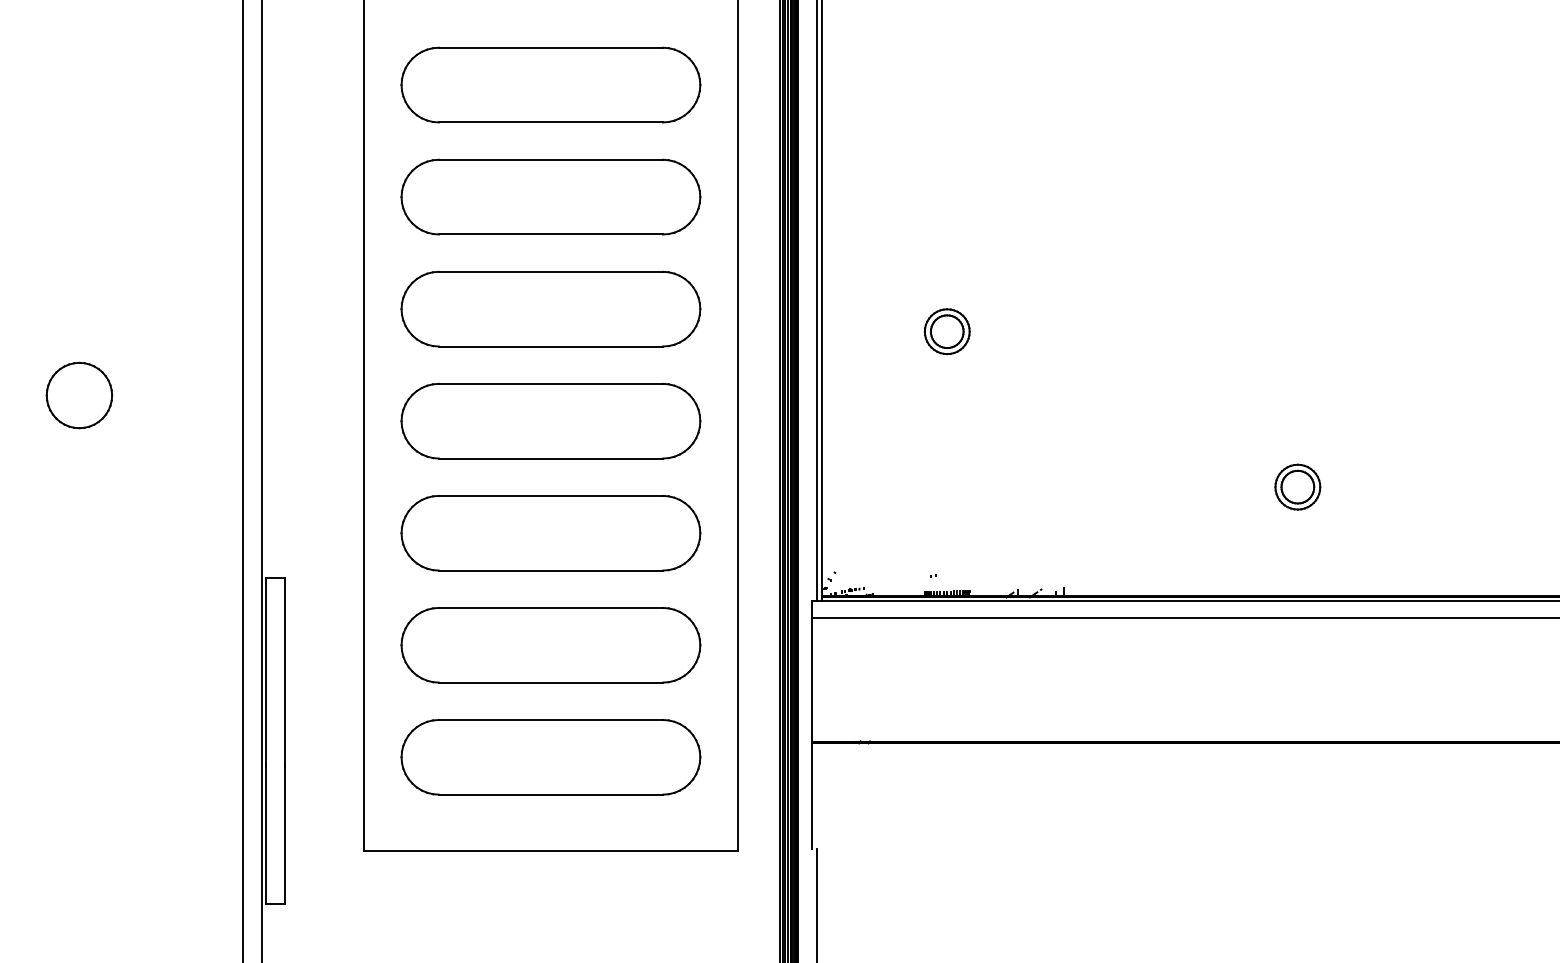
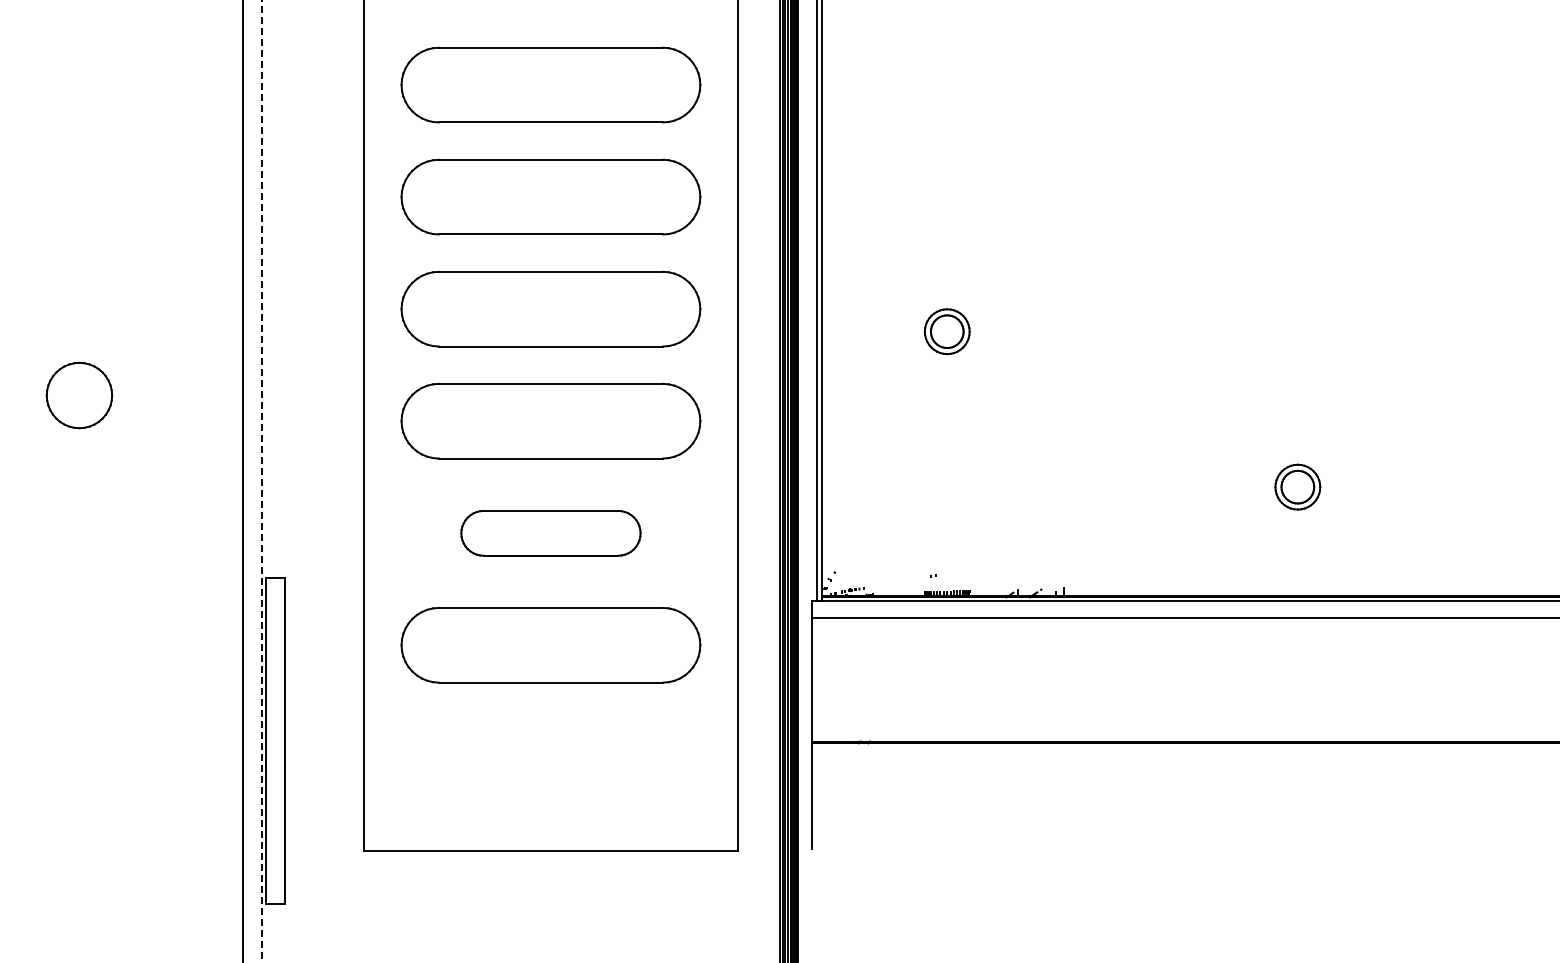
line at (261, 481): solid -> dashed
part at (550, 533) size: 302x77 px -> 182x47 px
part at (550, 757): present -> none
line at (817, 904): present -> none
